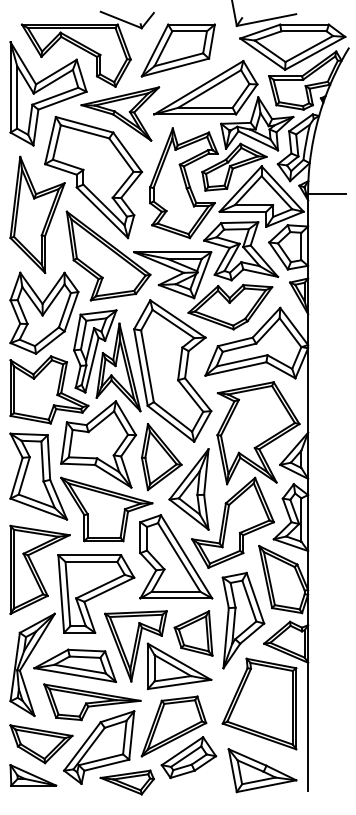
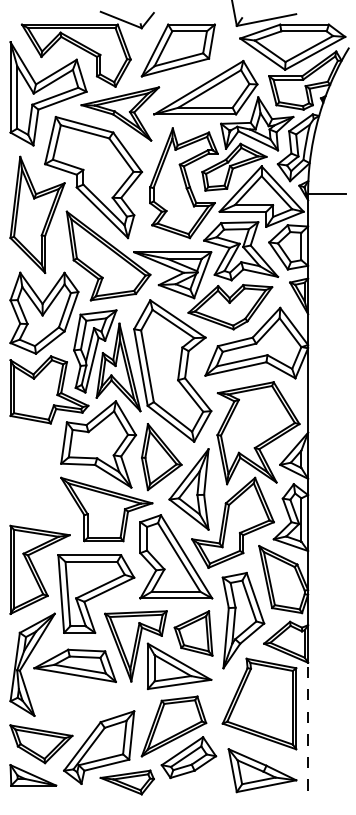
part at (38, 476): present -> none
part at (92, 702): present -> none
line at (308, 726): solid -> dashed
